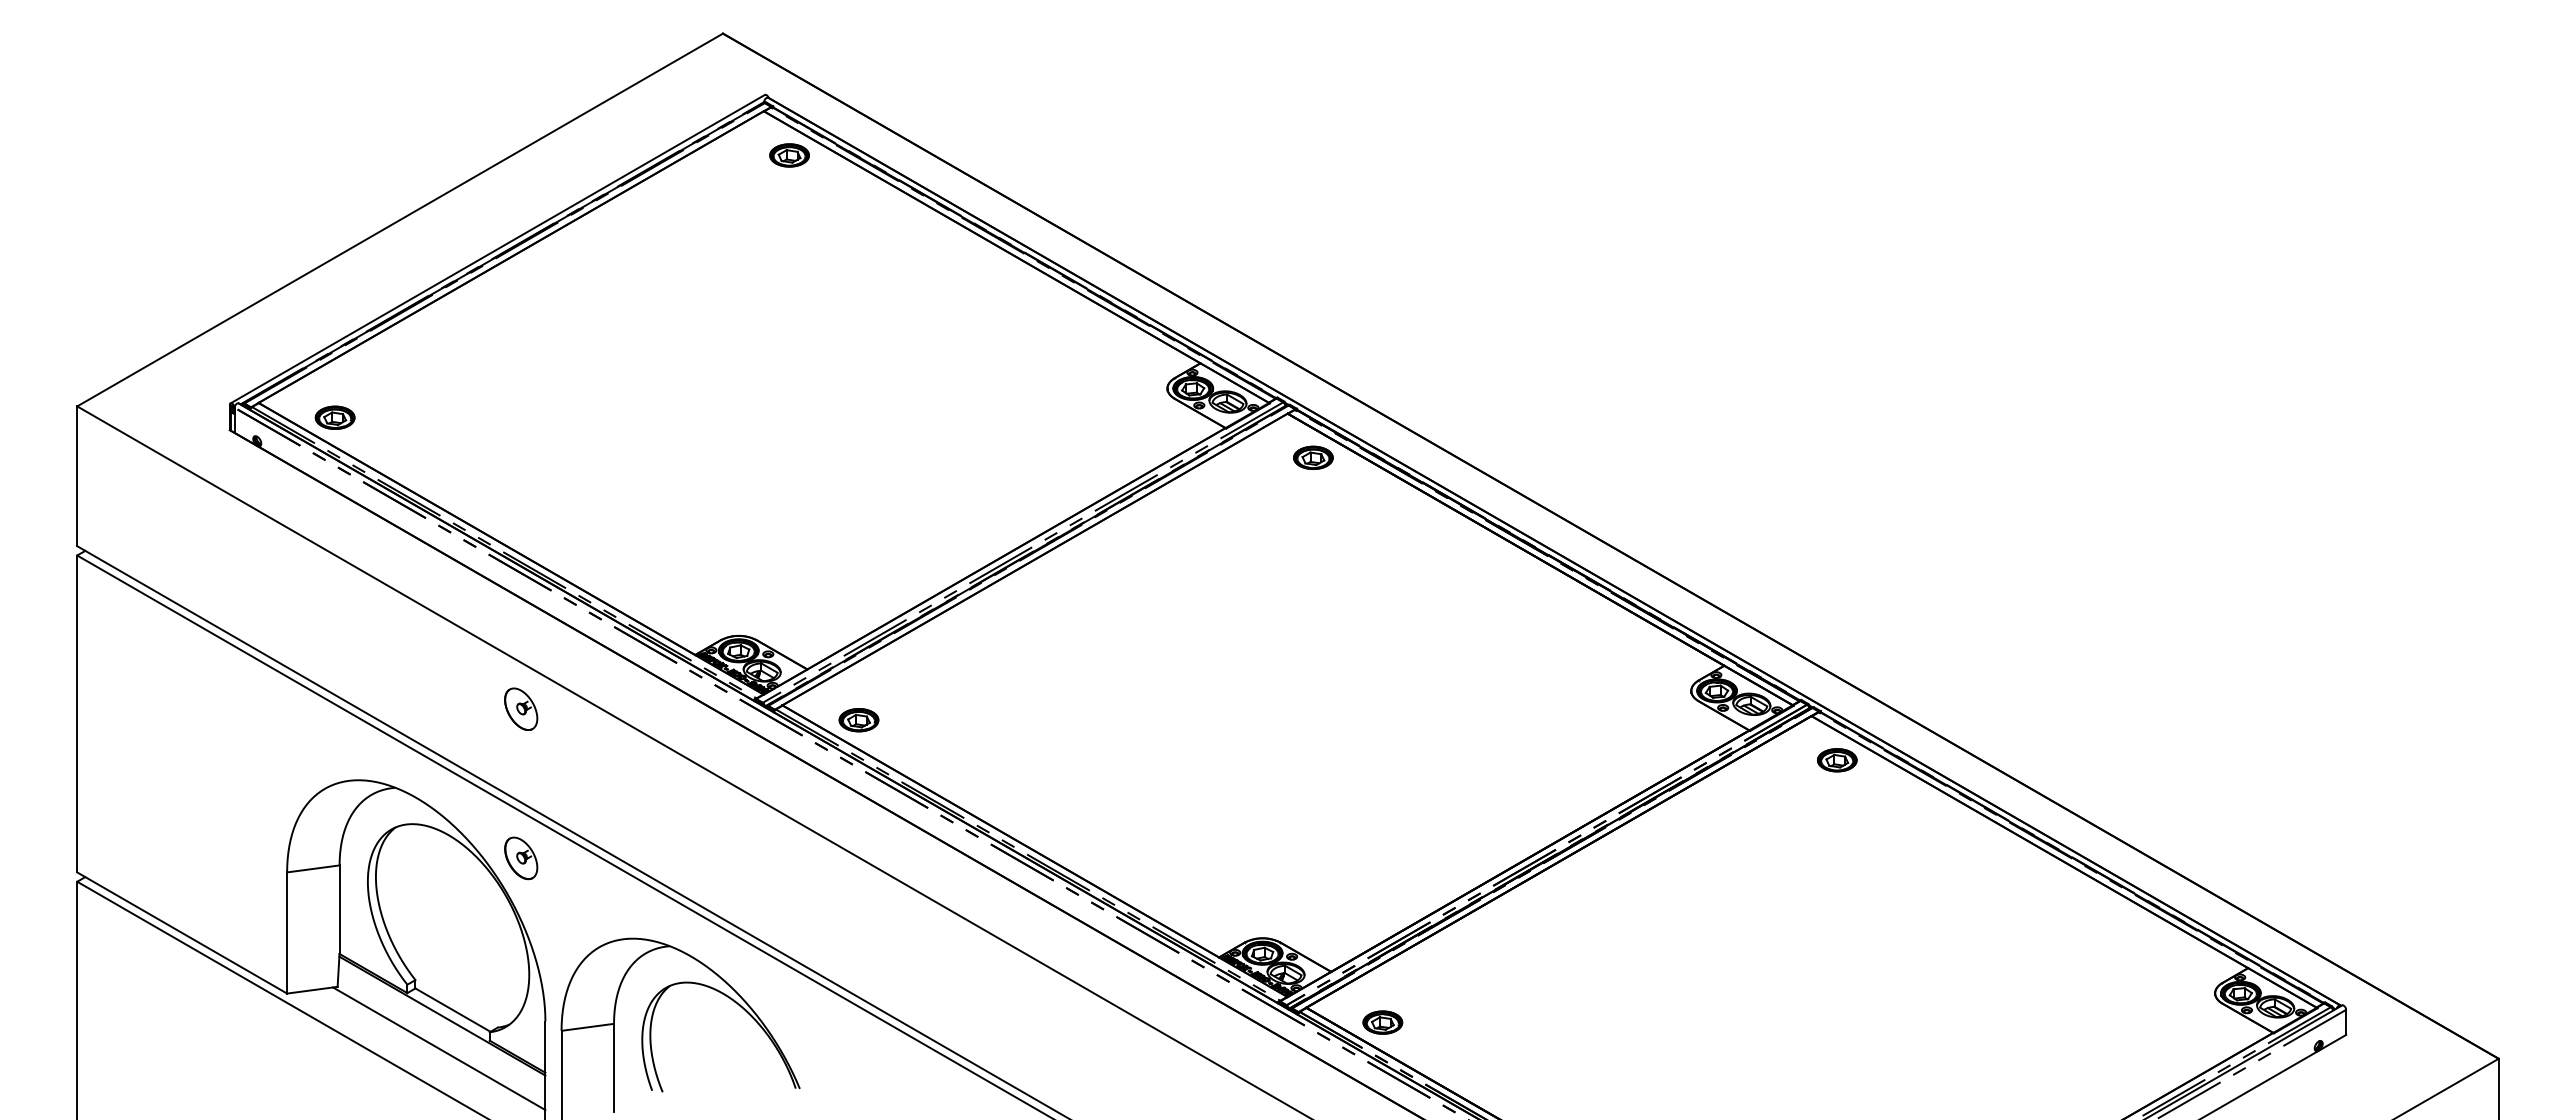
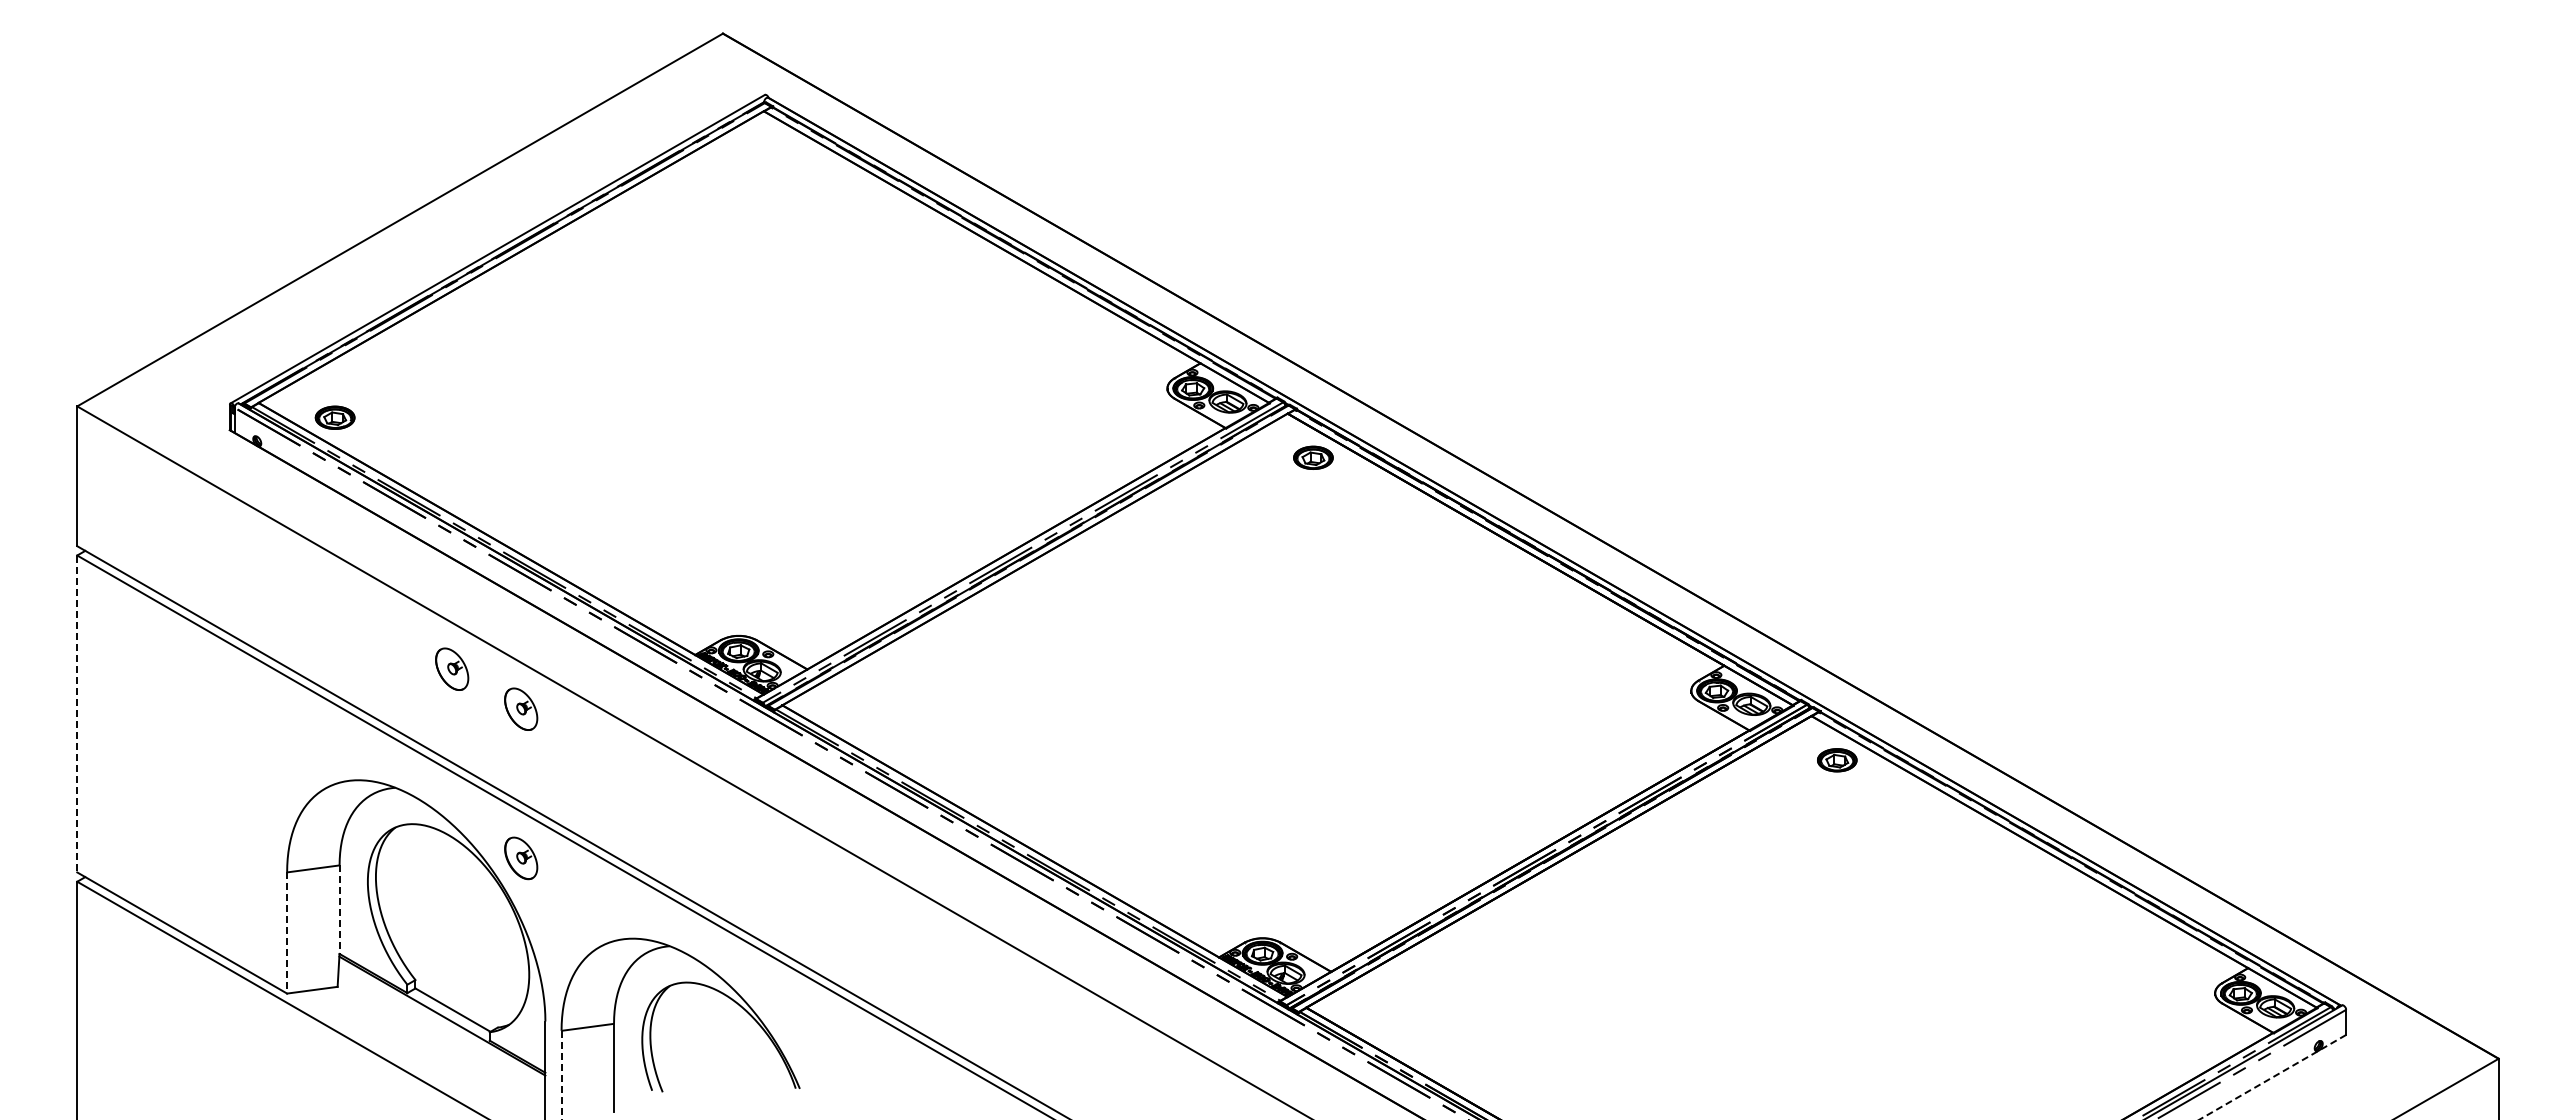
part at (789, 155): present -> none
part at (452, 668): none -> present
line at (77, 714): solid -> dashed
part at (858, 720): present -> none
line at (339, 910): solid -> dashed
line at (287, 933): solid -> dashed
part at (1382, 1022): present -> none
line at (439, 1048): present -> none
line at (561, 1075): solid -> dashed
line at (2272, 1077): solid -> dashed
